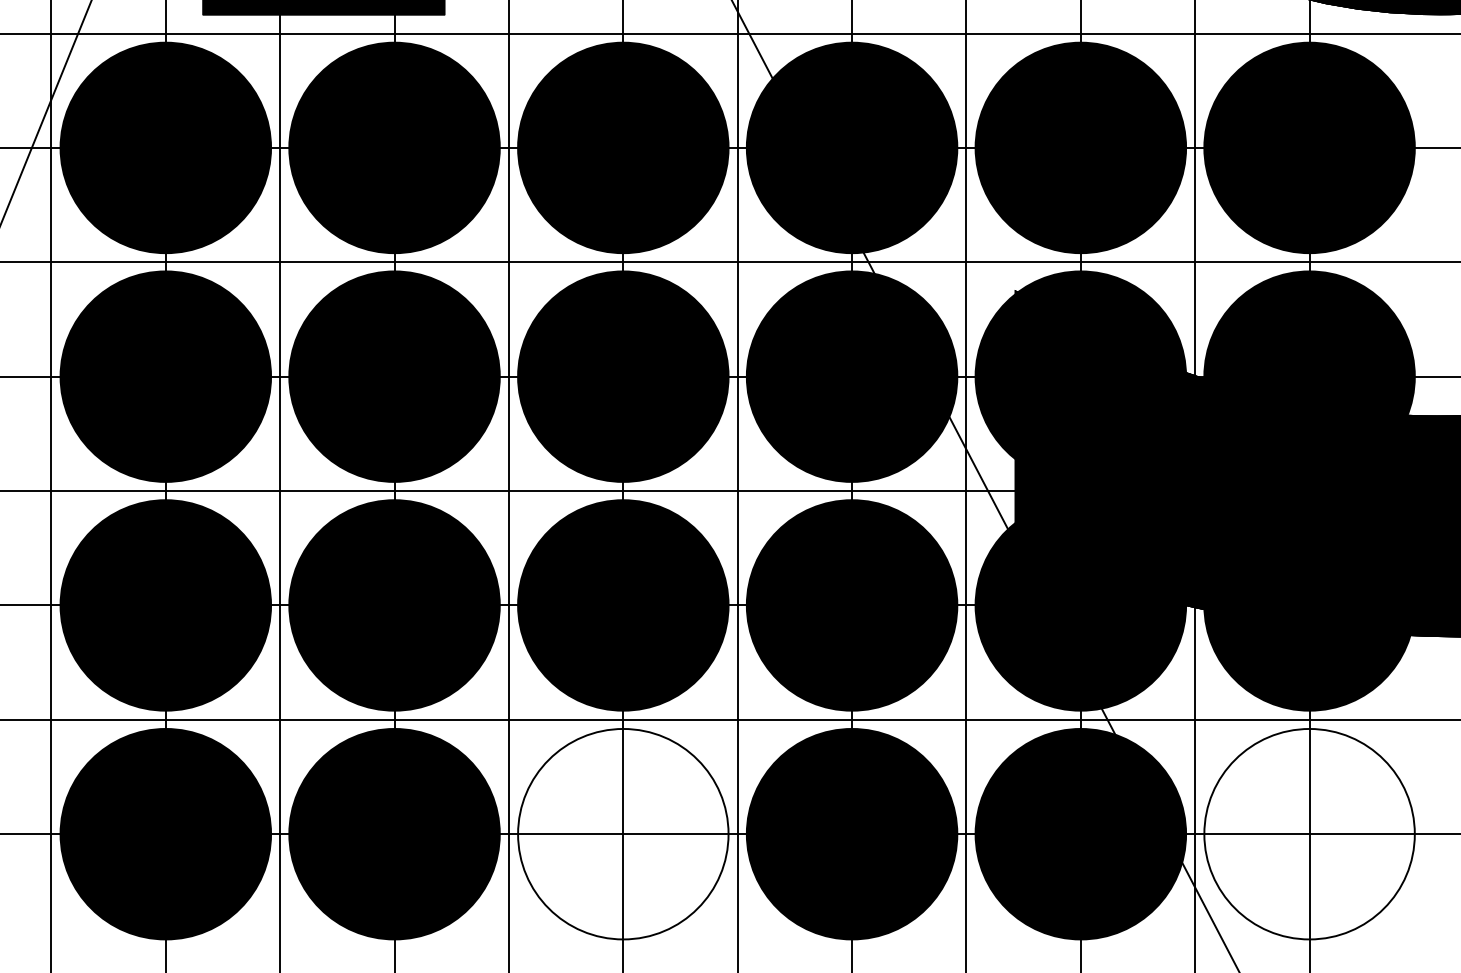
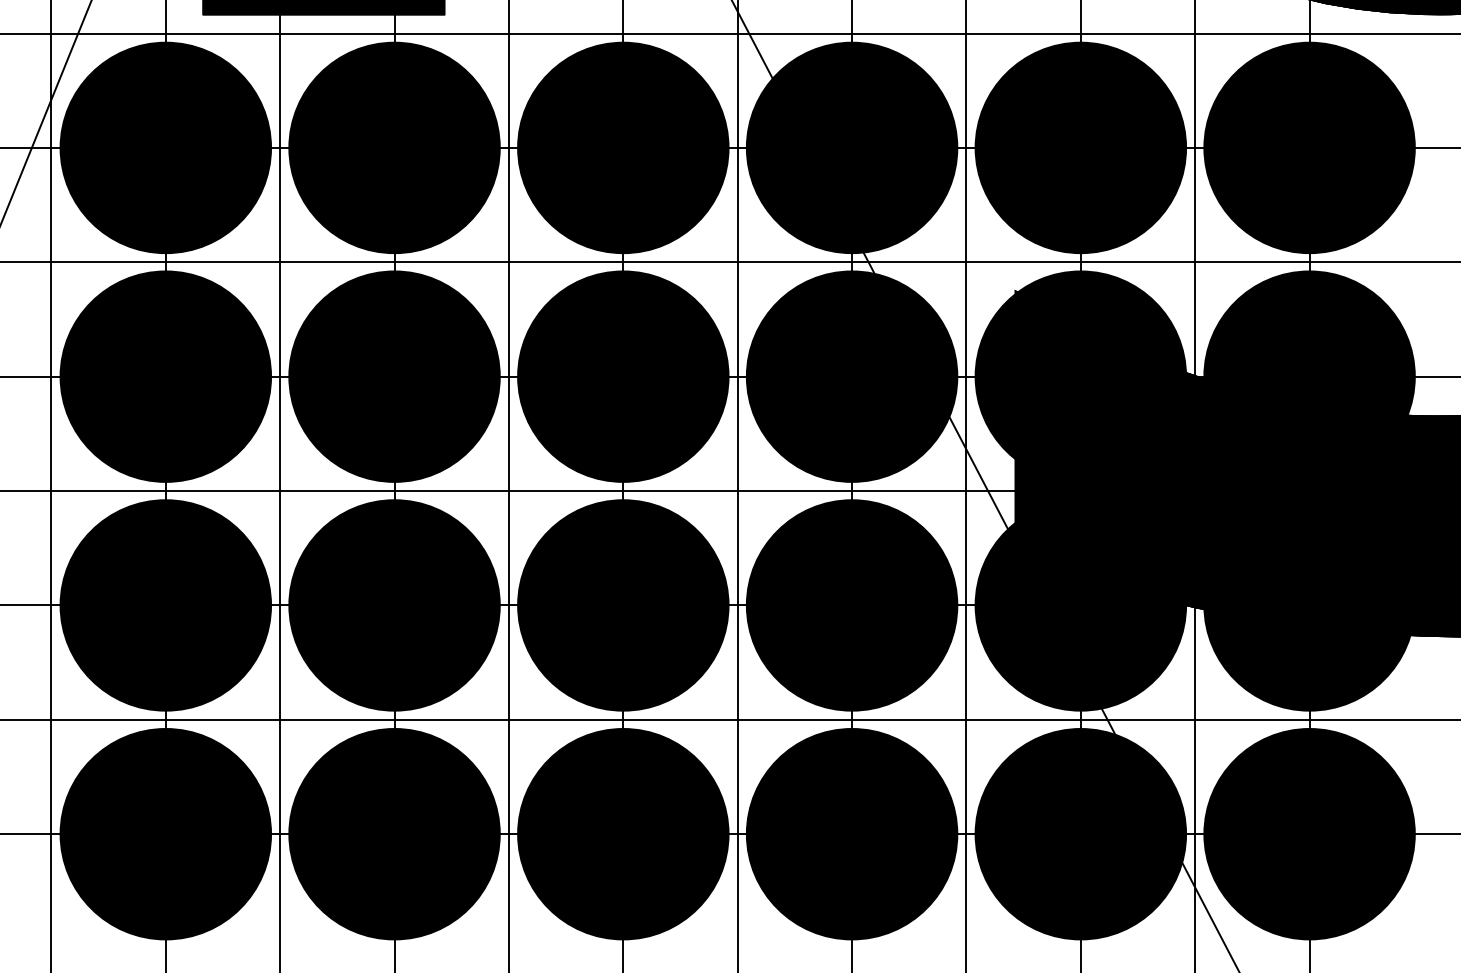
fill at (623, 833): none -> present
fill at (1309, 833): none -> present
